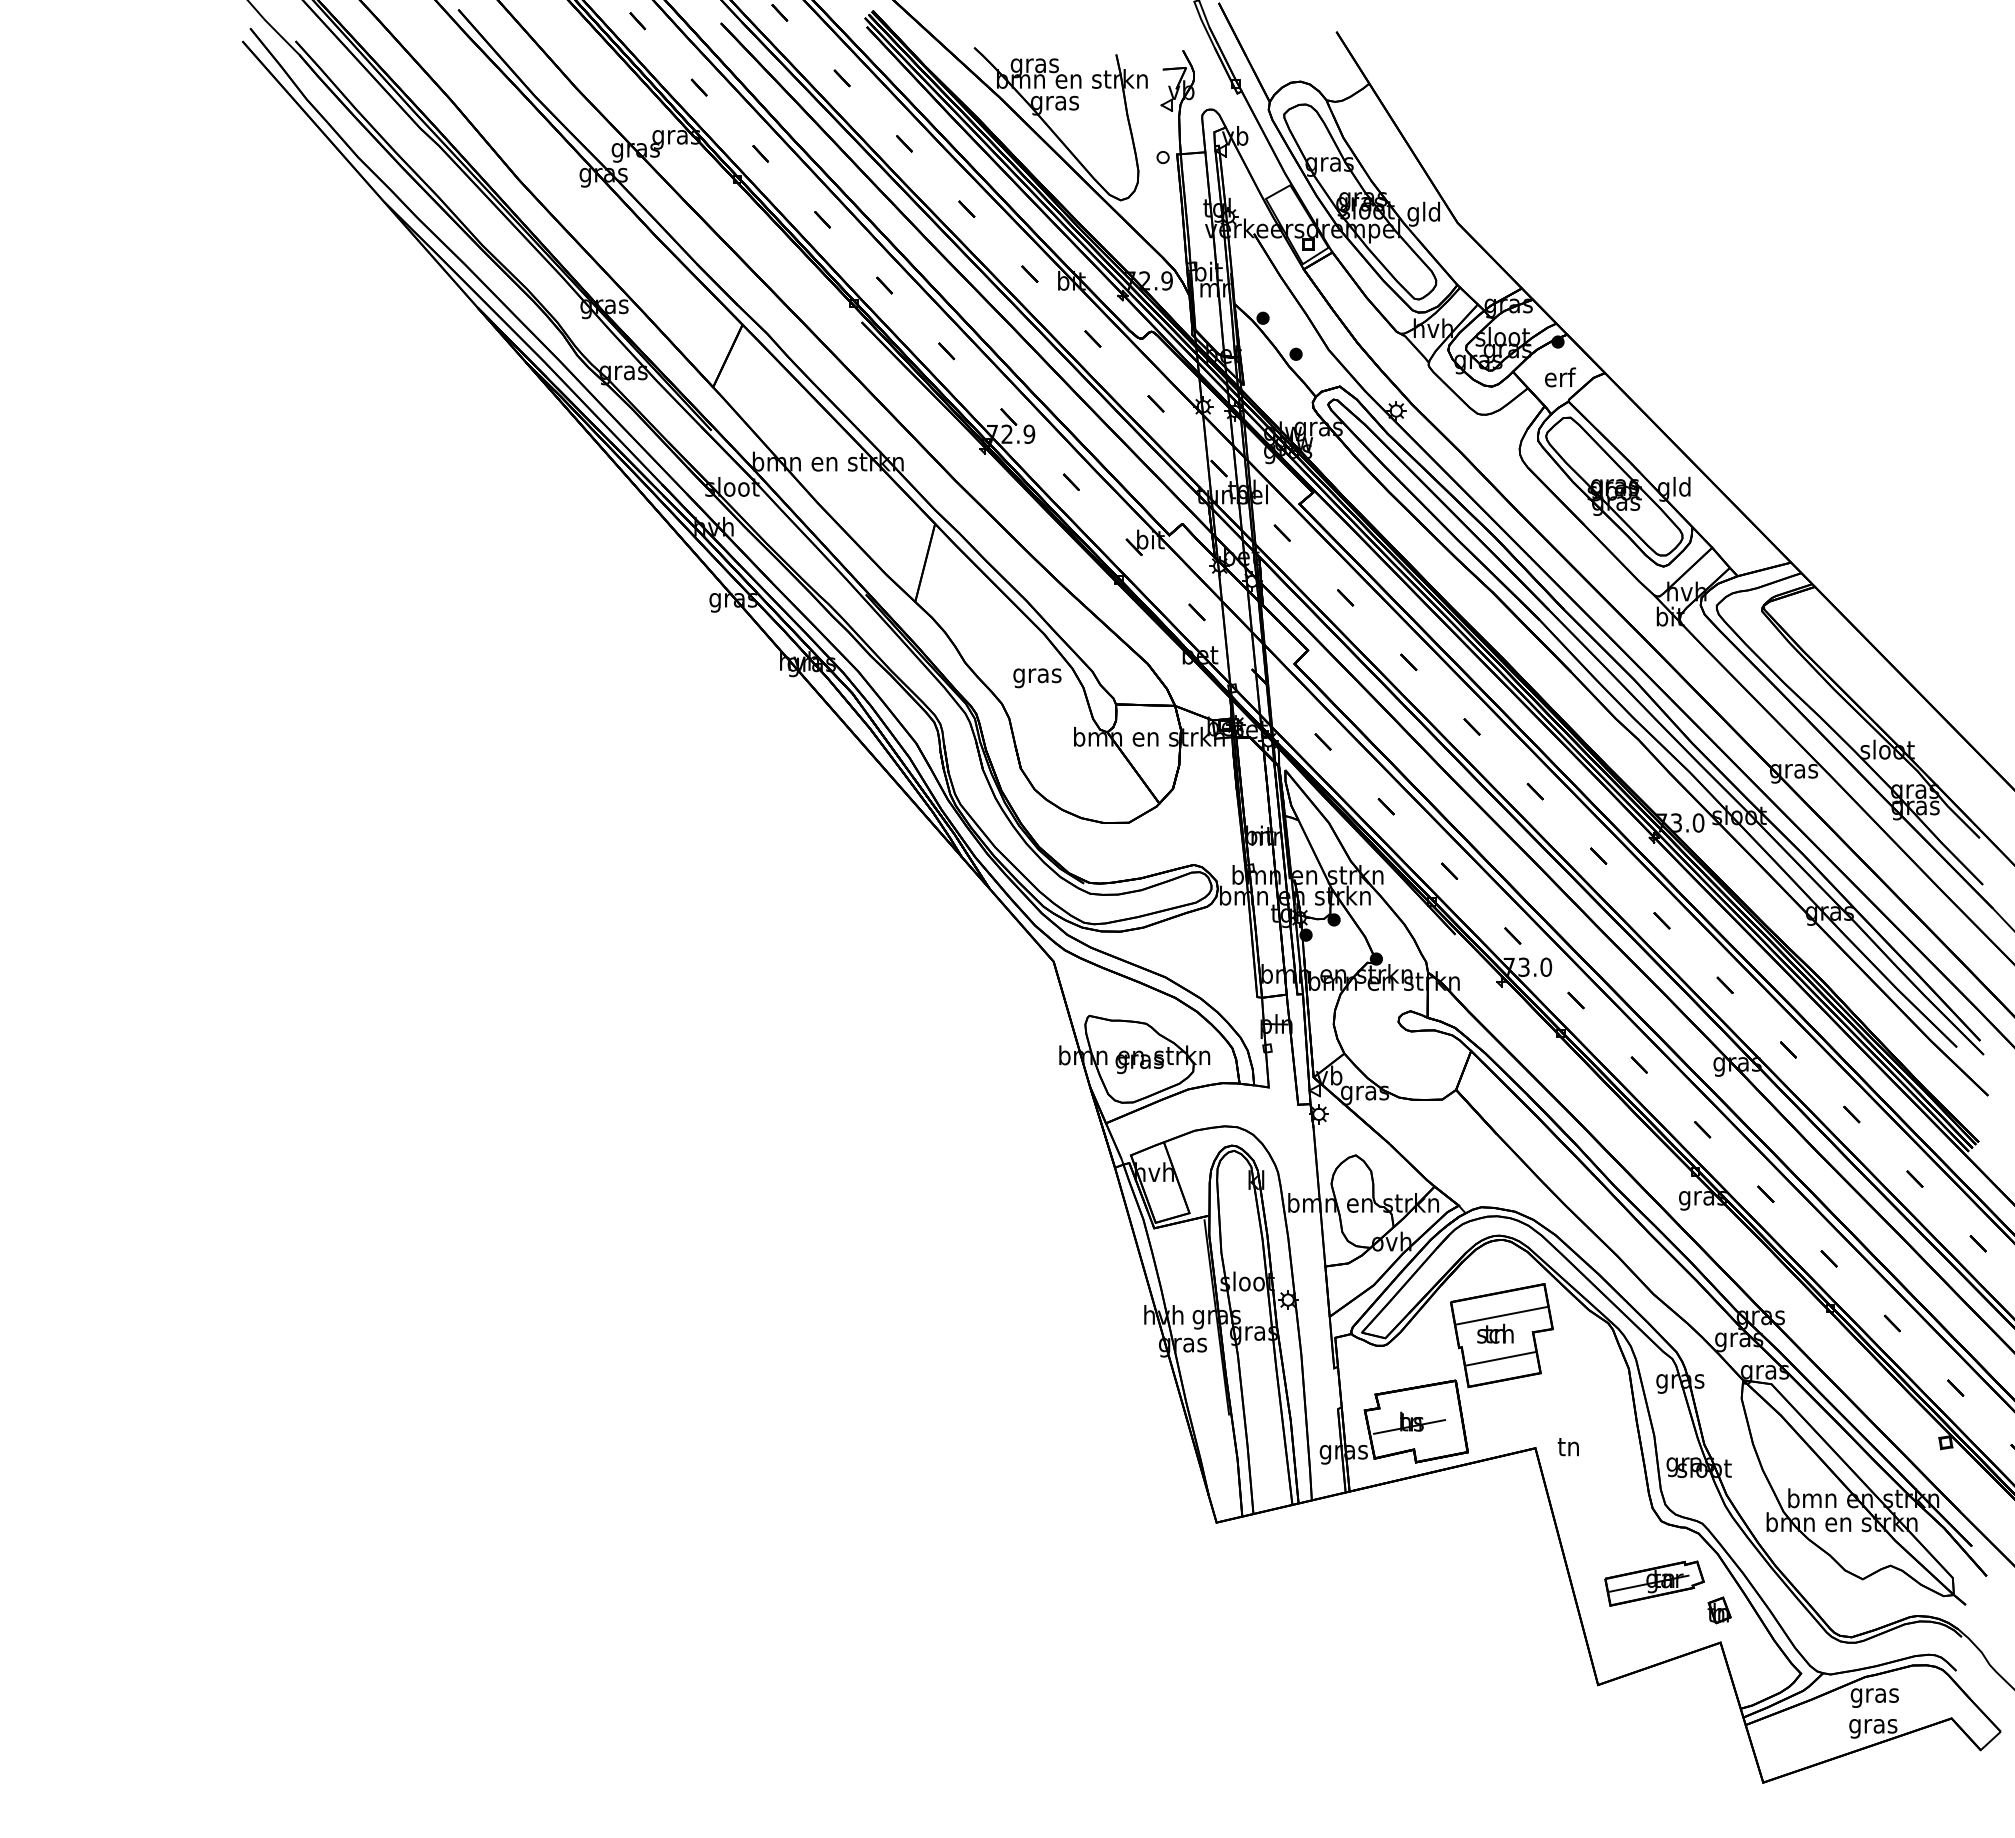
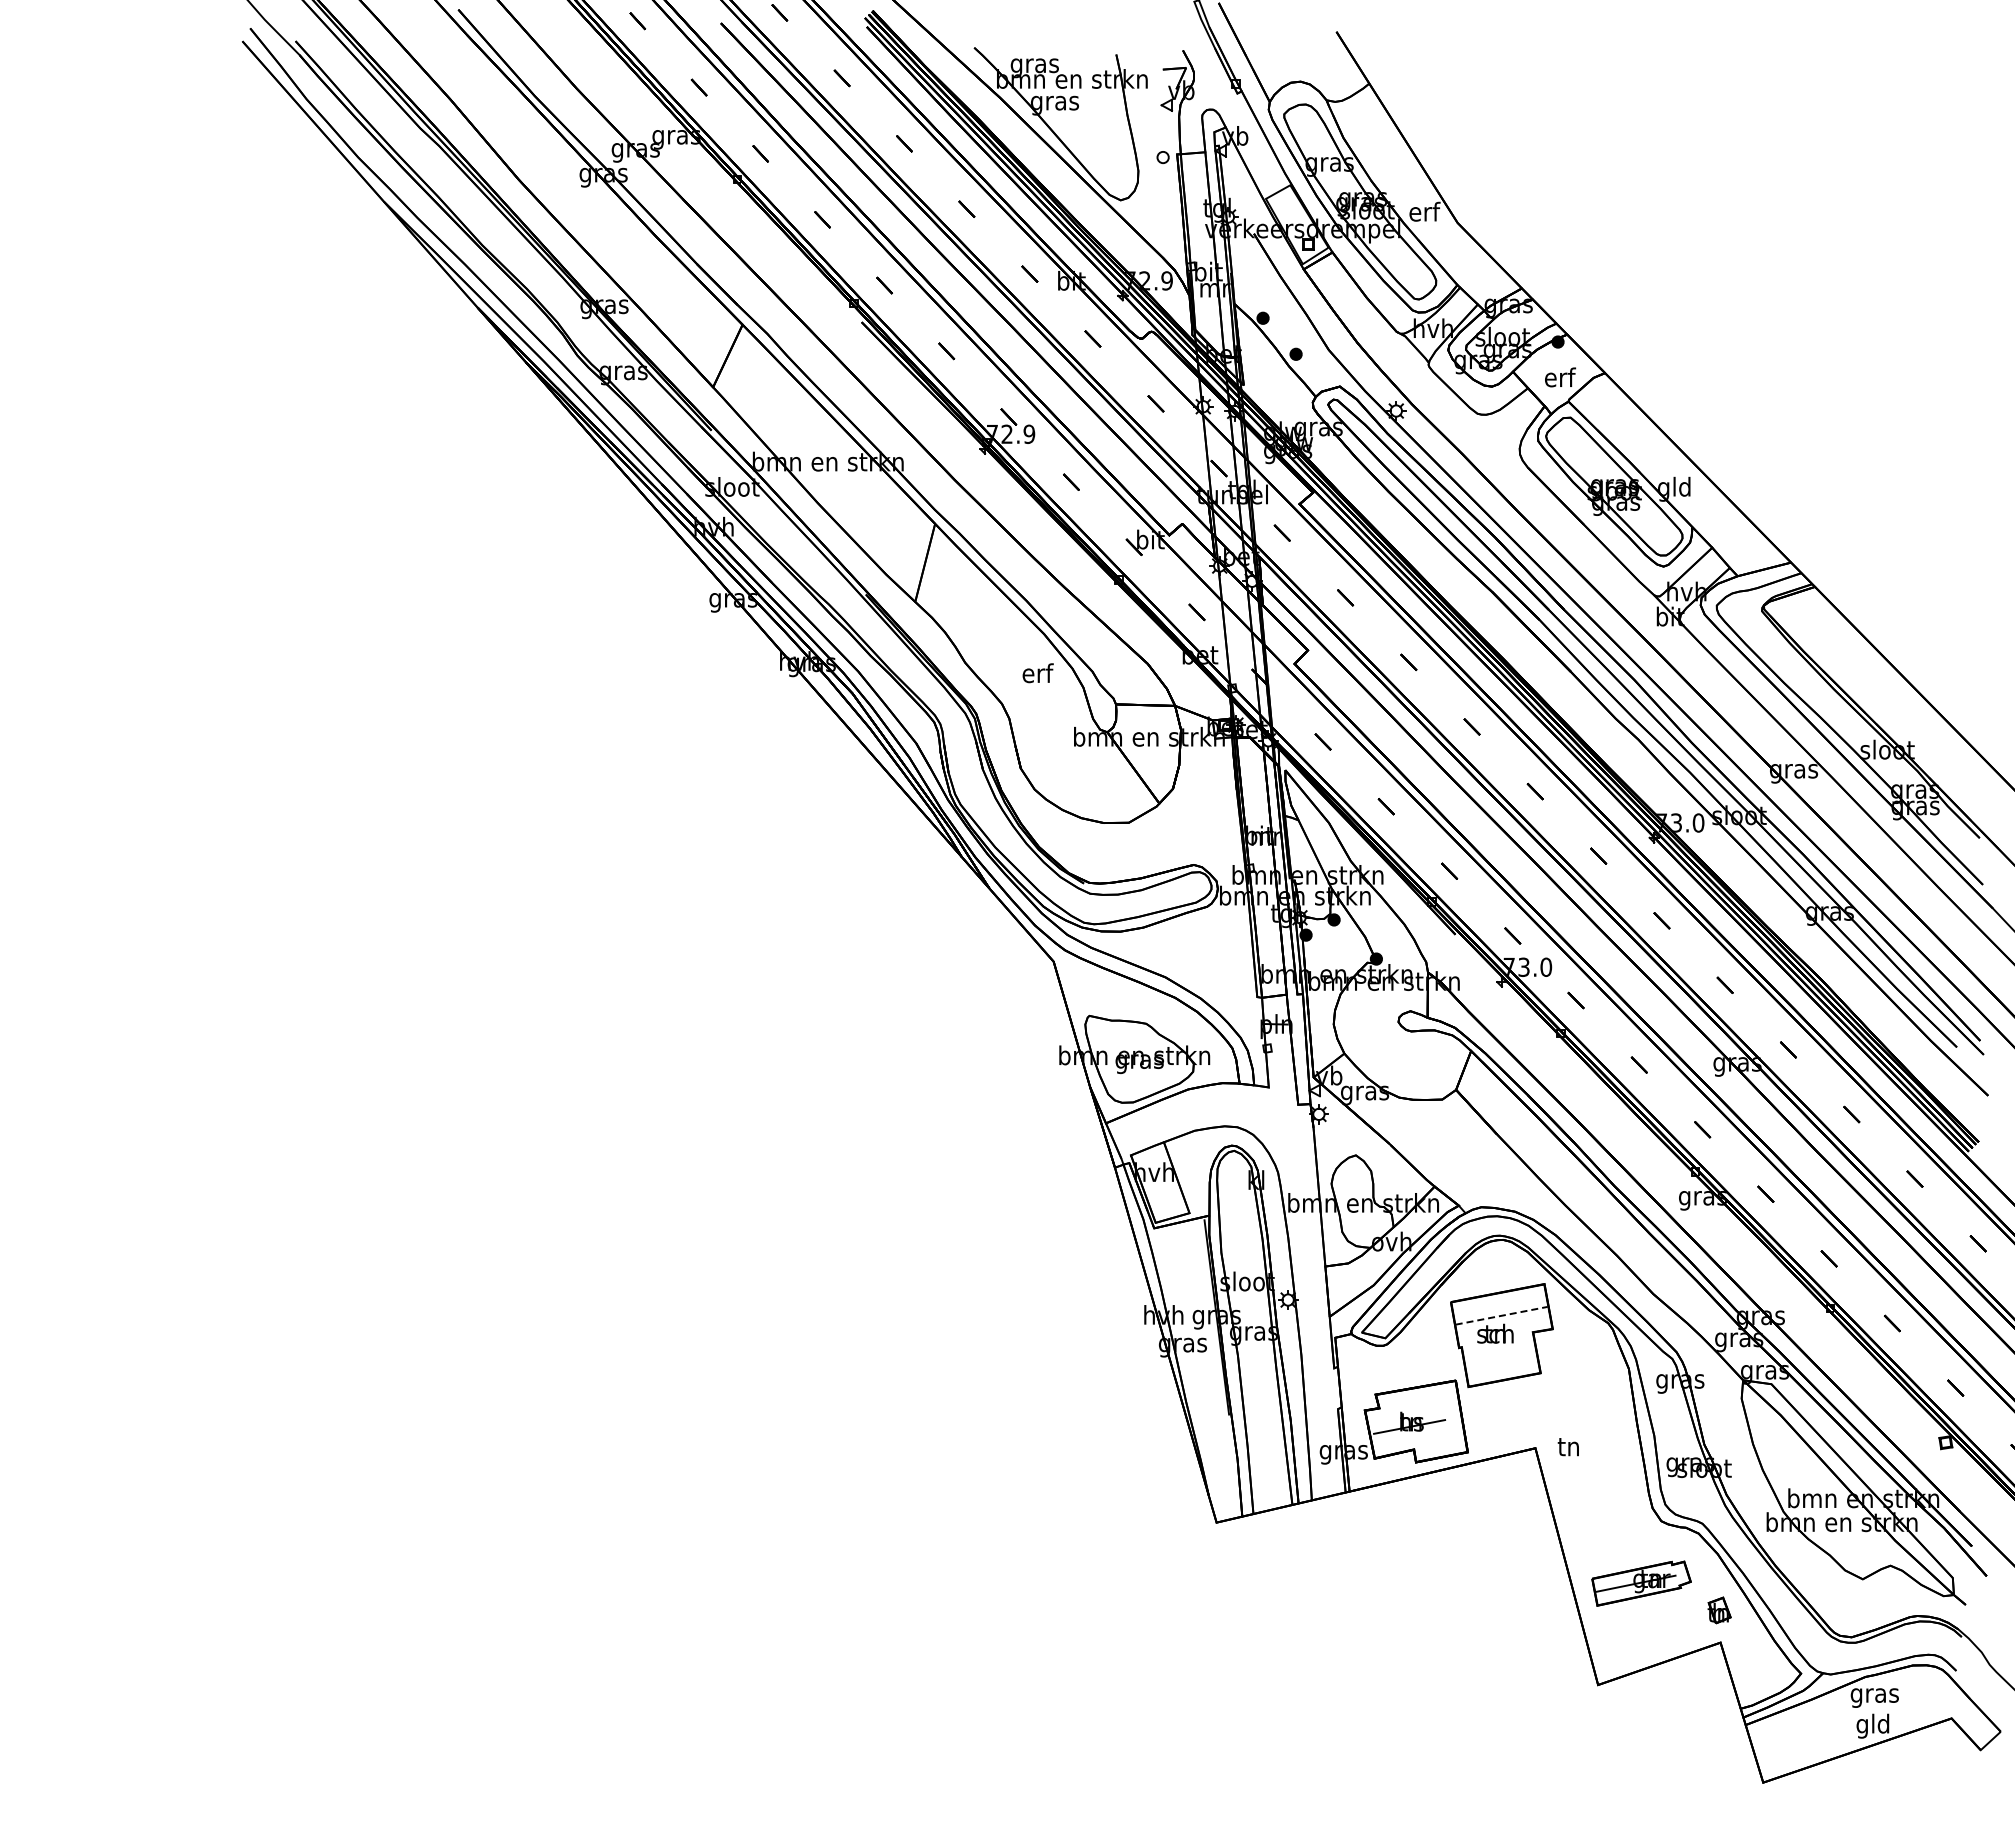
text at (1423, 213): gld -> erf
text at (1037, 675): gras -> erf
line at (1501, 1315): solid -> dashed
line at (1500, 1358): present -> none
part at (1654, 1583) position: (1654, 1583) -> (1641, 1583)
text at (1873, 1725): gras -> gld
